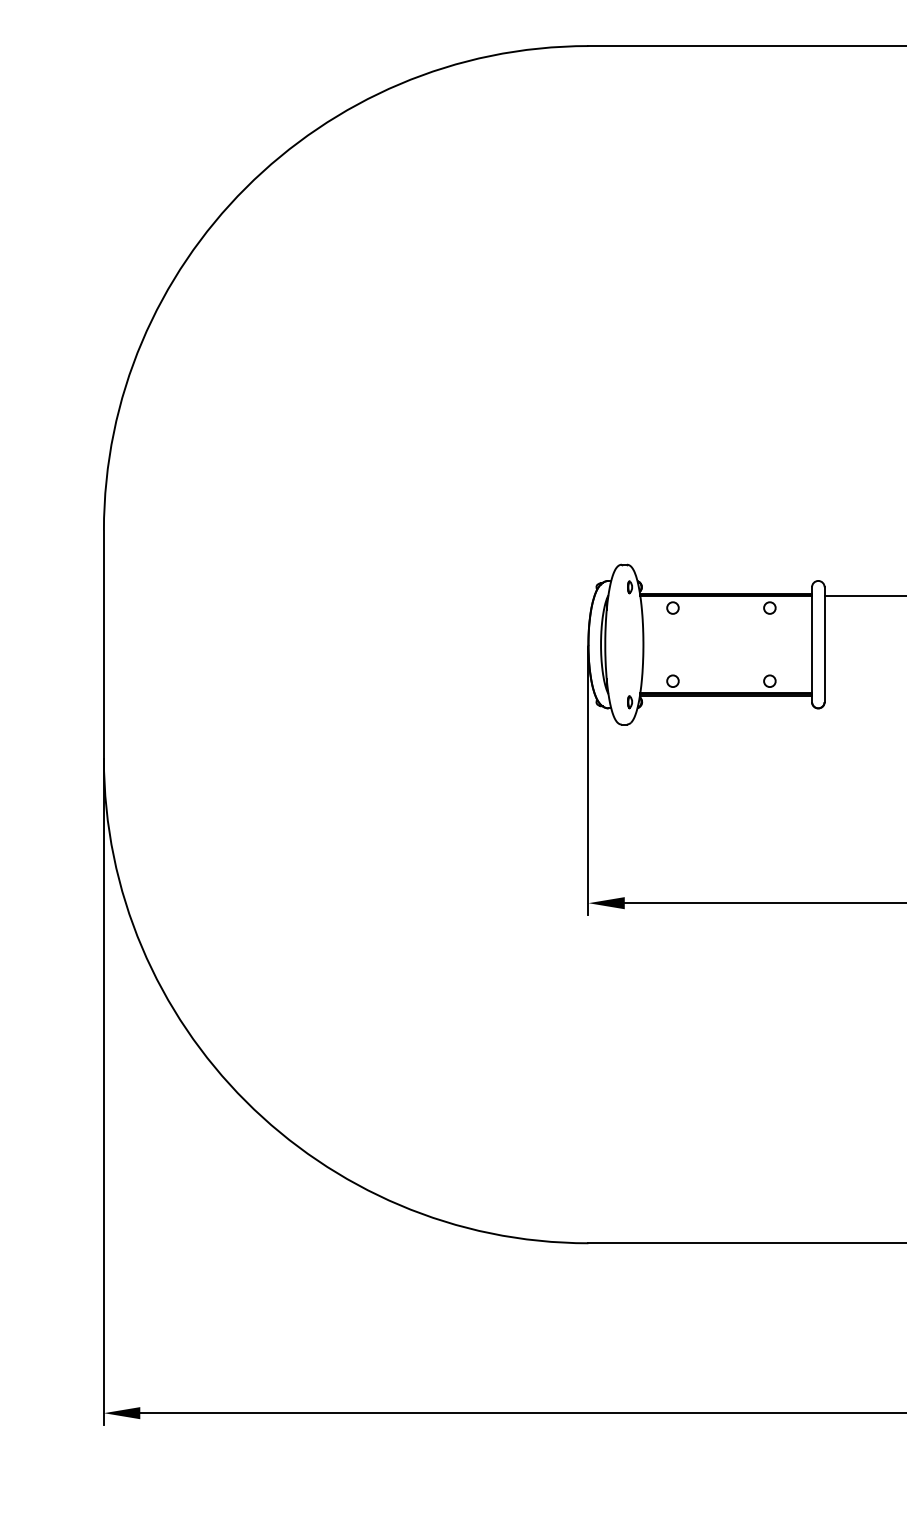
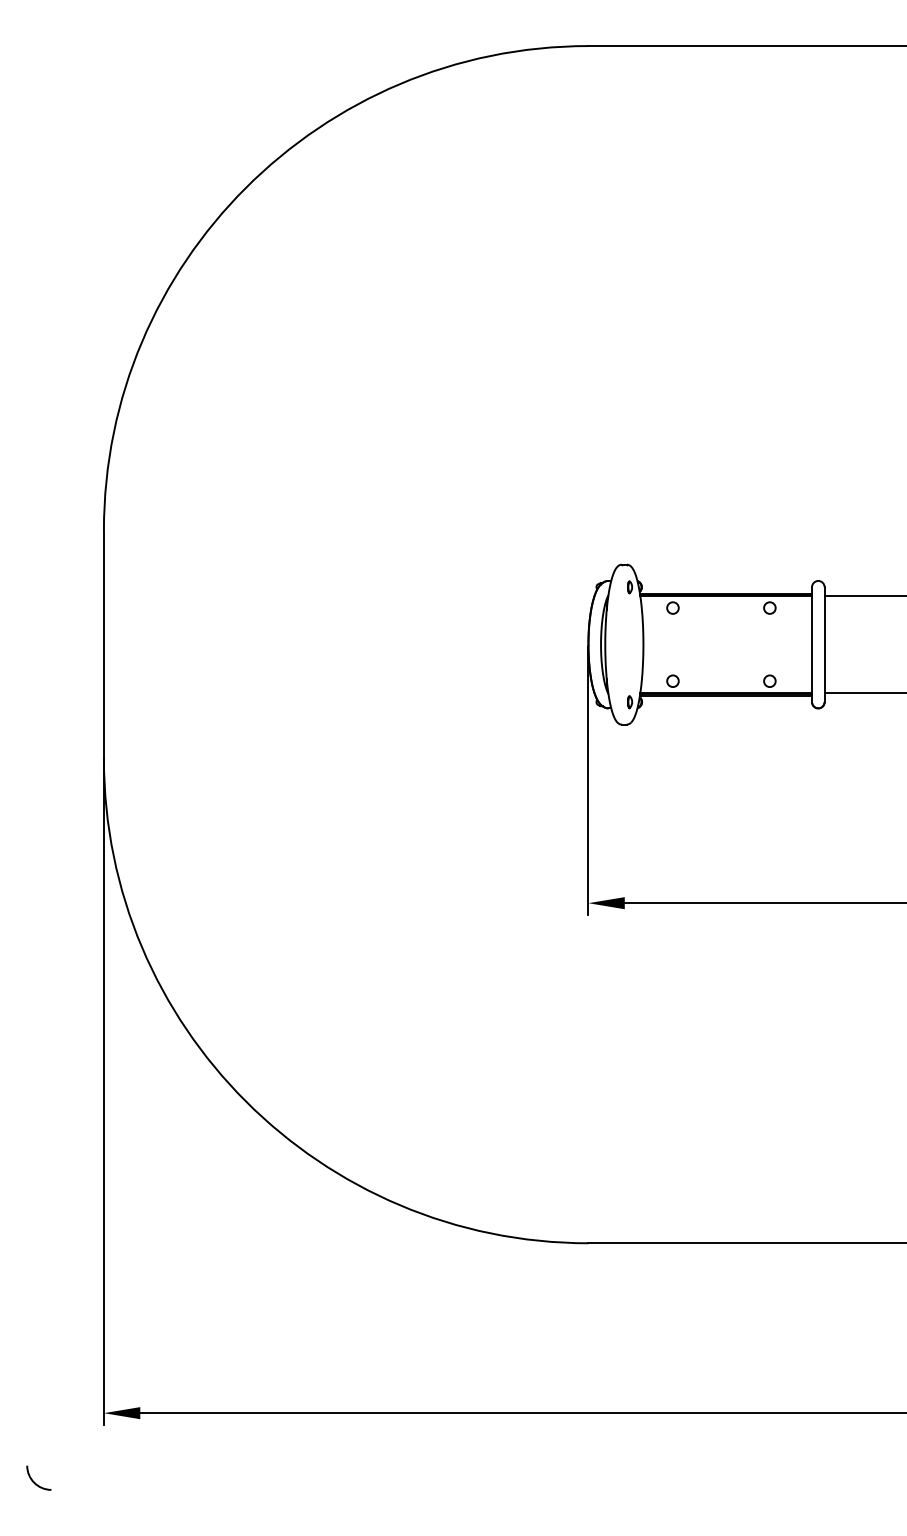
line at (863, 693): none -> present
arc at (34, 1481): none -> present
